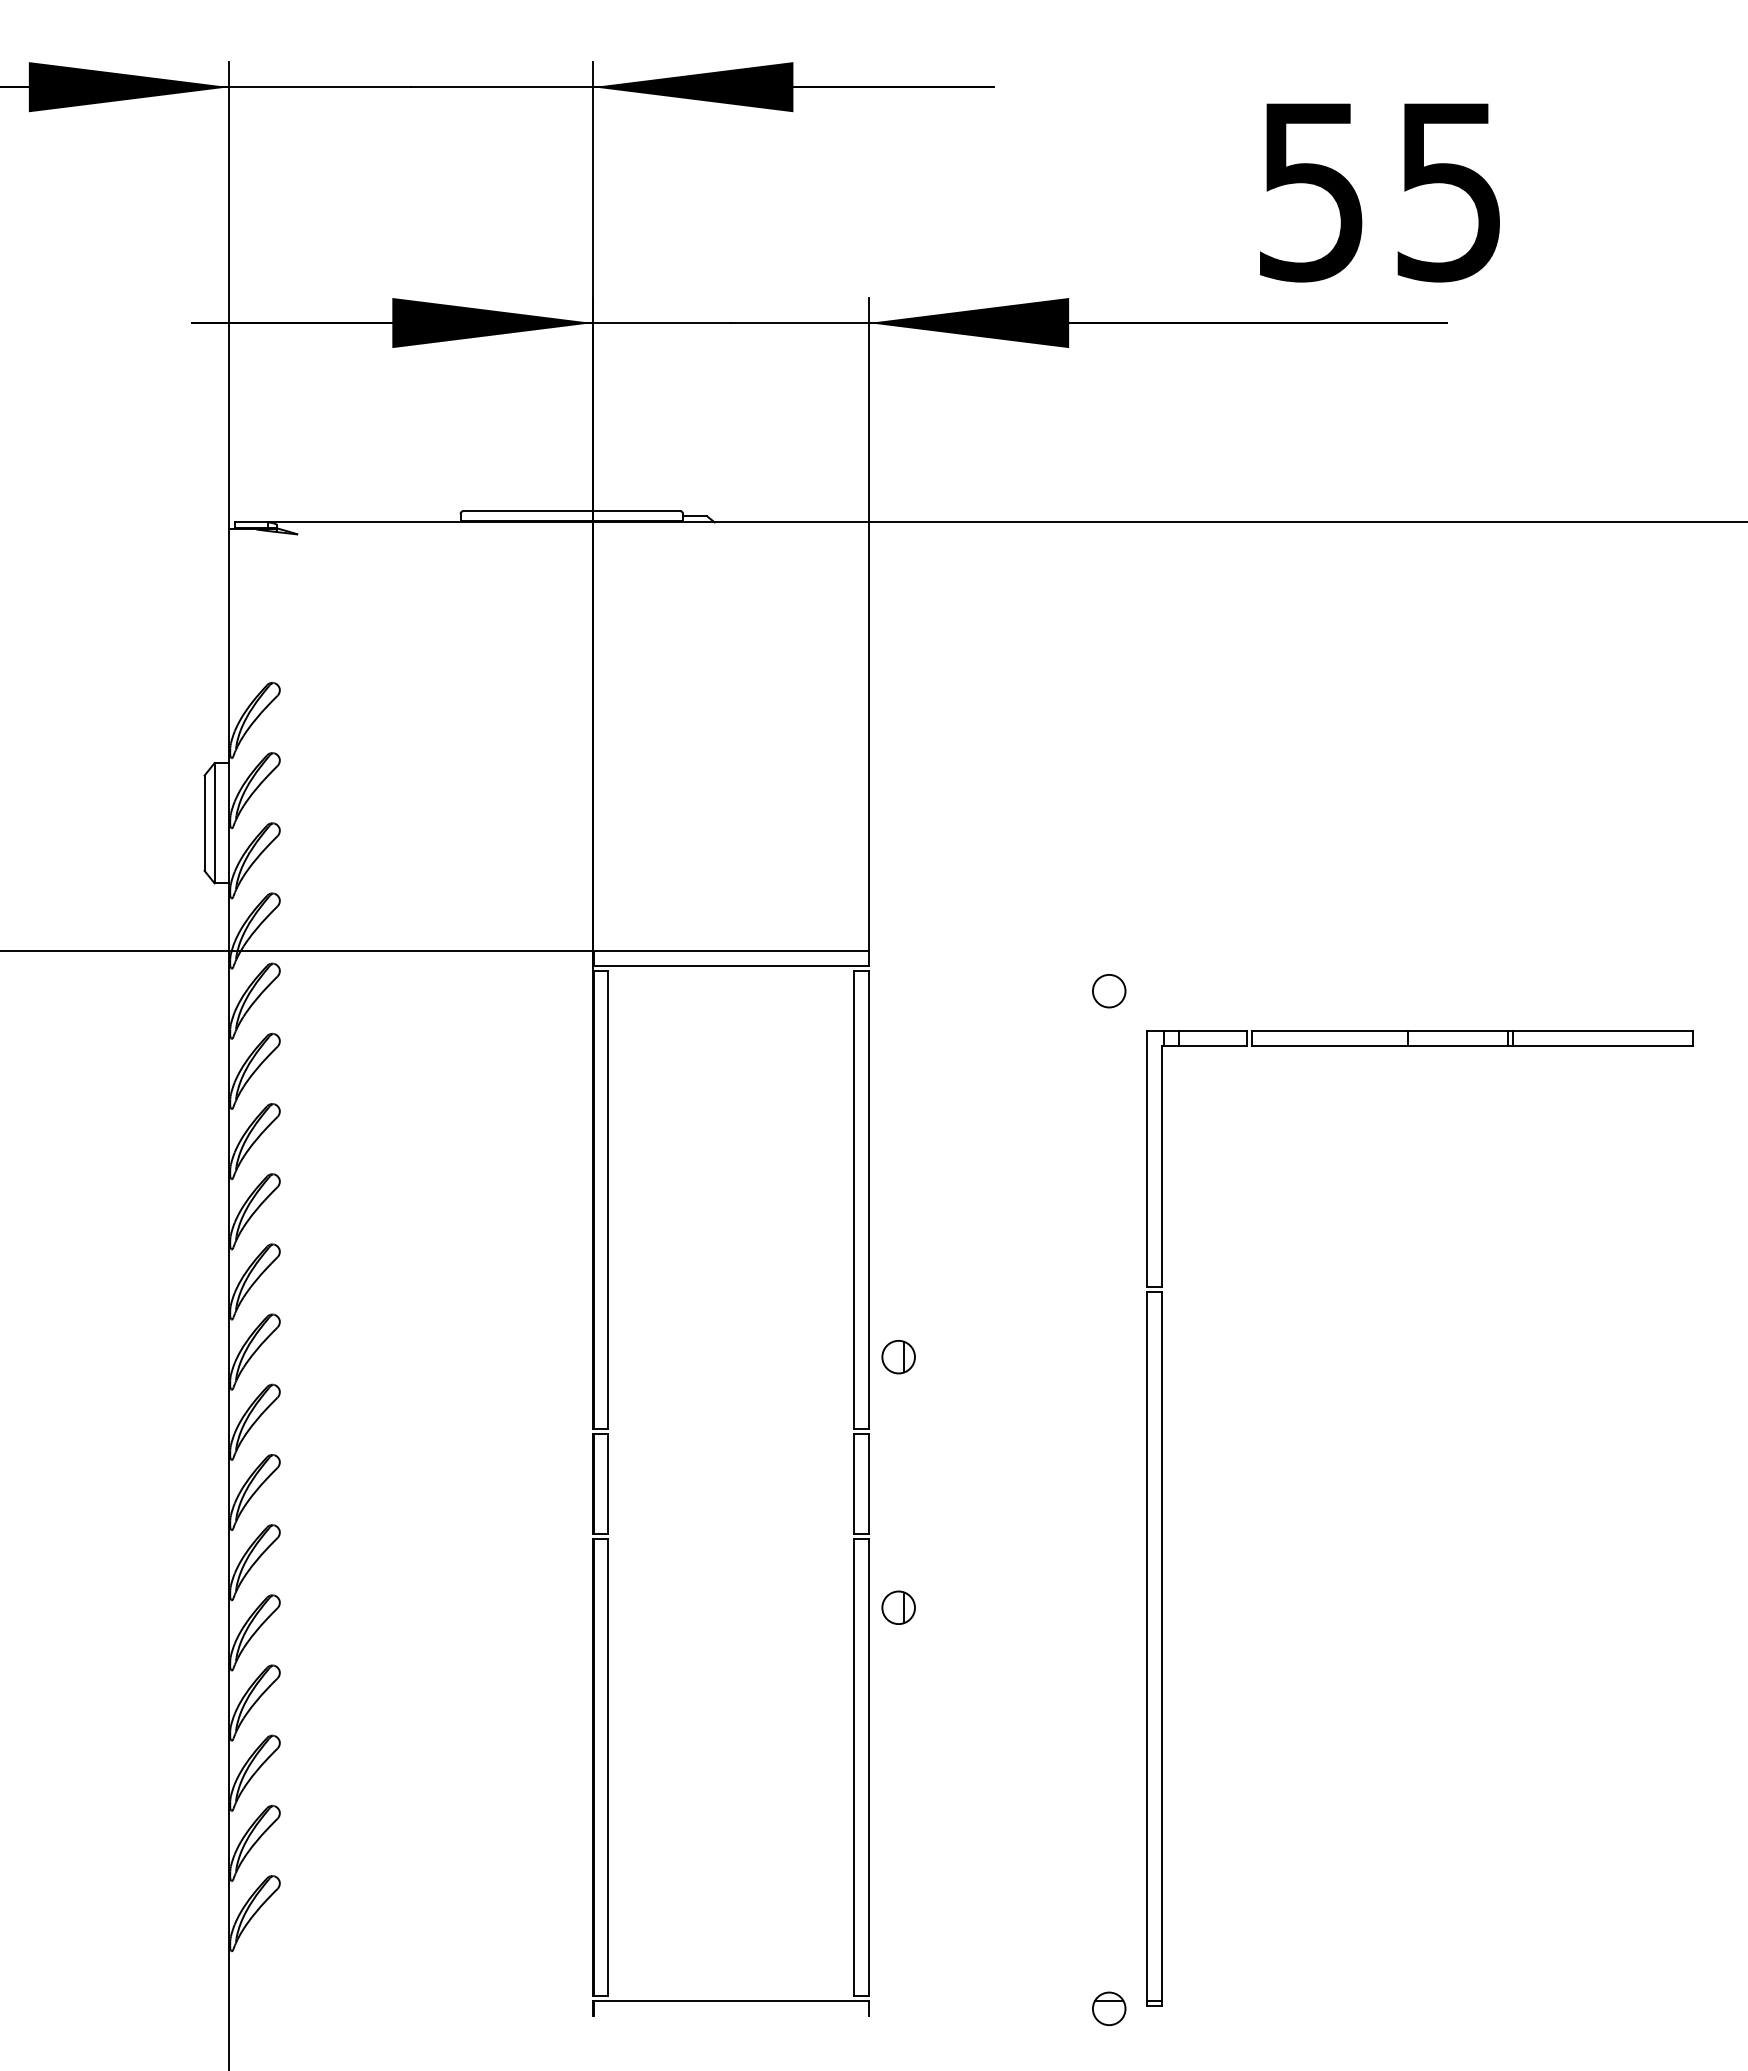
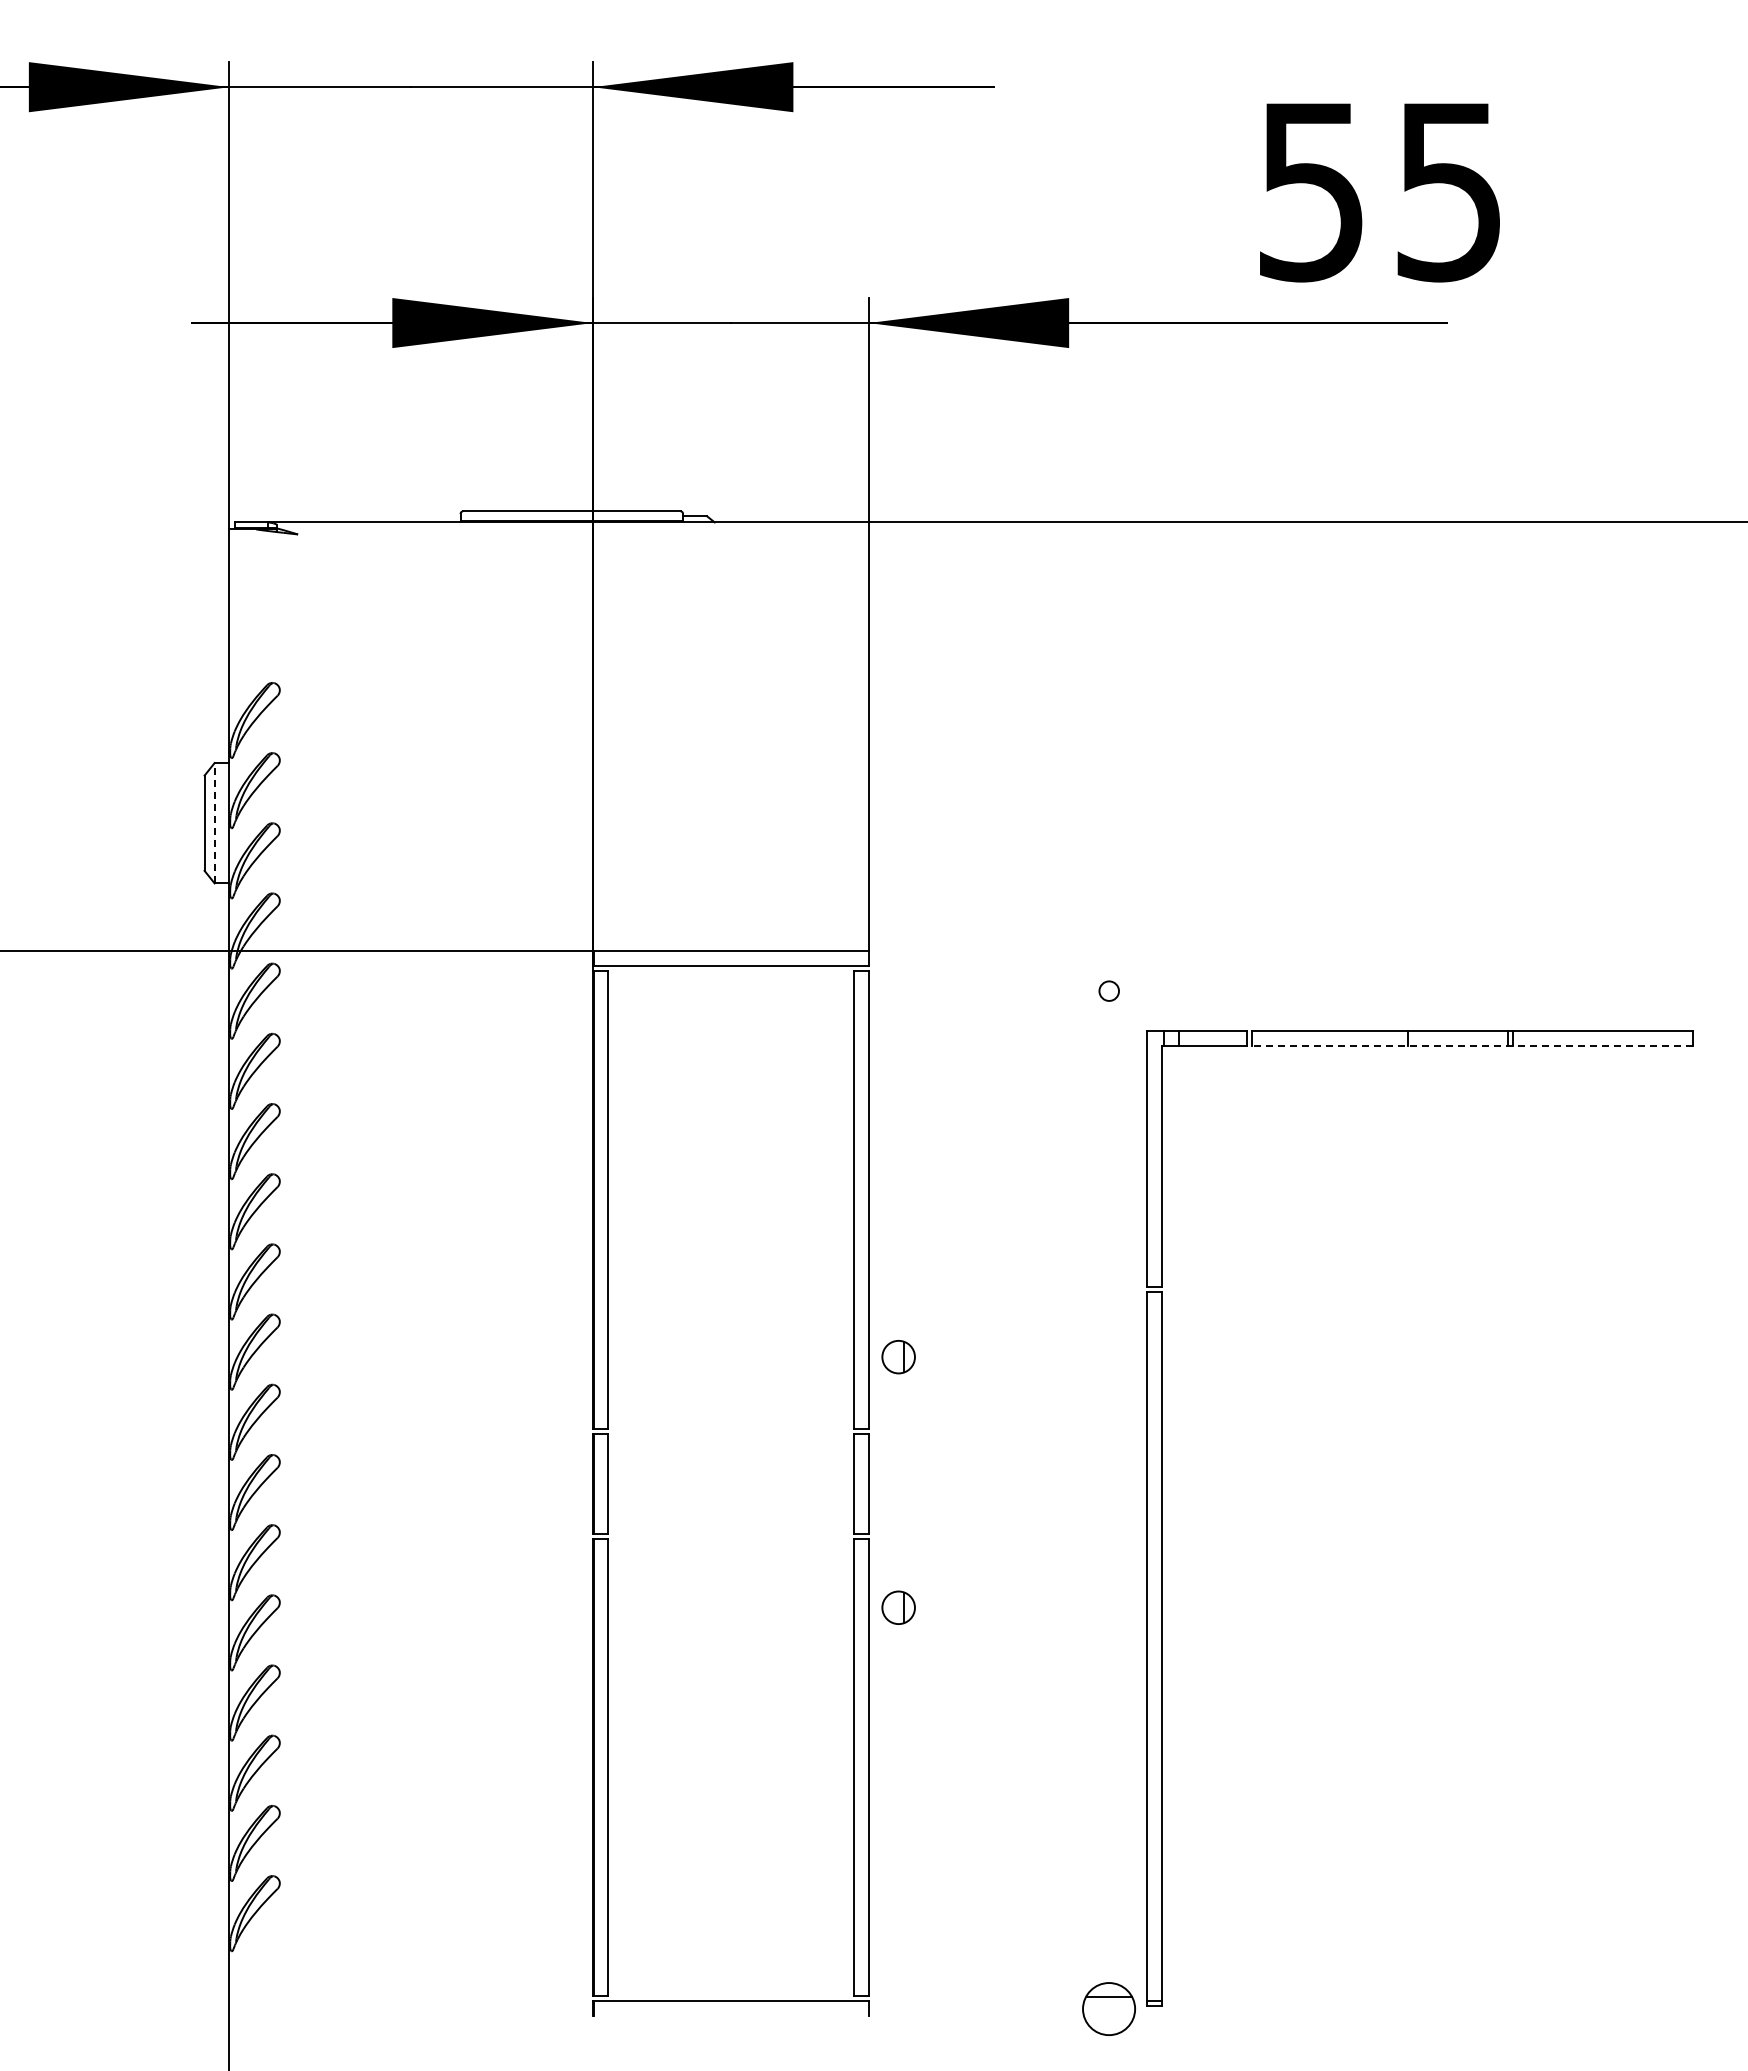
line at (214, 822): solid -> dashed
circle at (1108, 990) diameter: 33 px -> 20 px
line at (1472, 1046): solid -> dashed
part at (1109, 2008) size: 35x35 px -> 54x54 px
